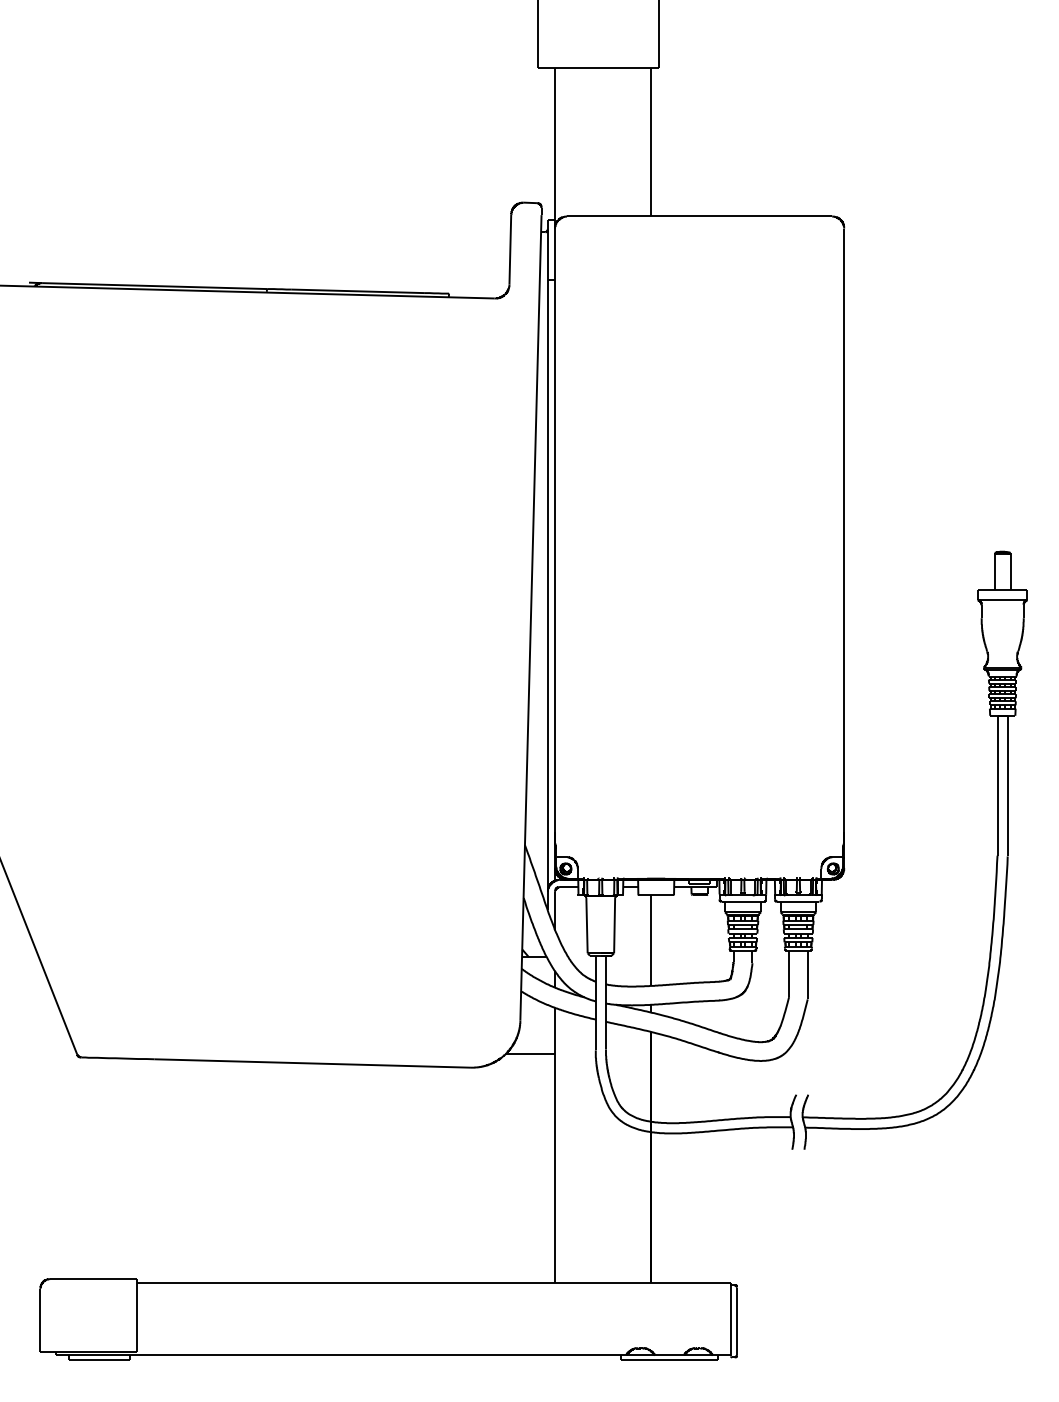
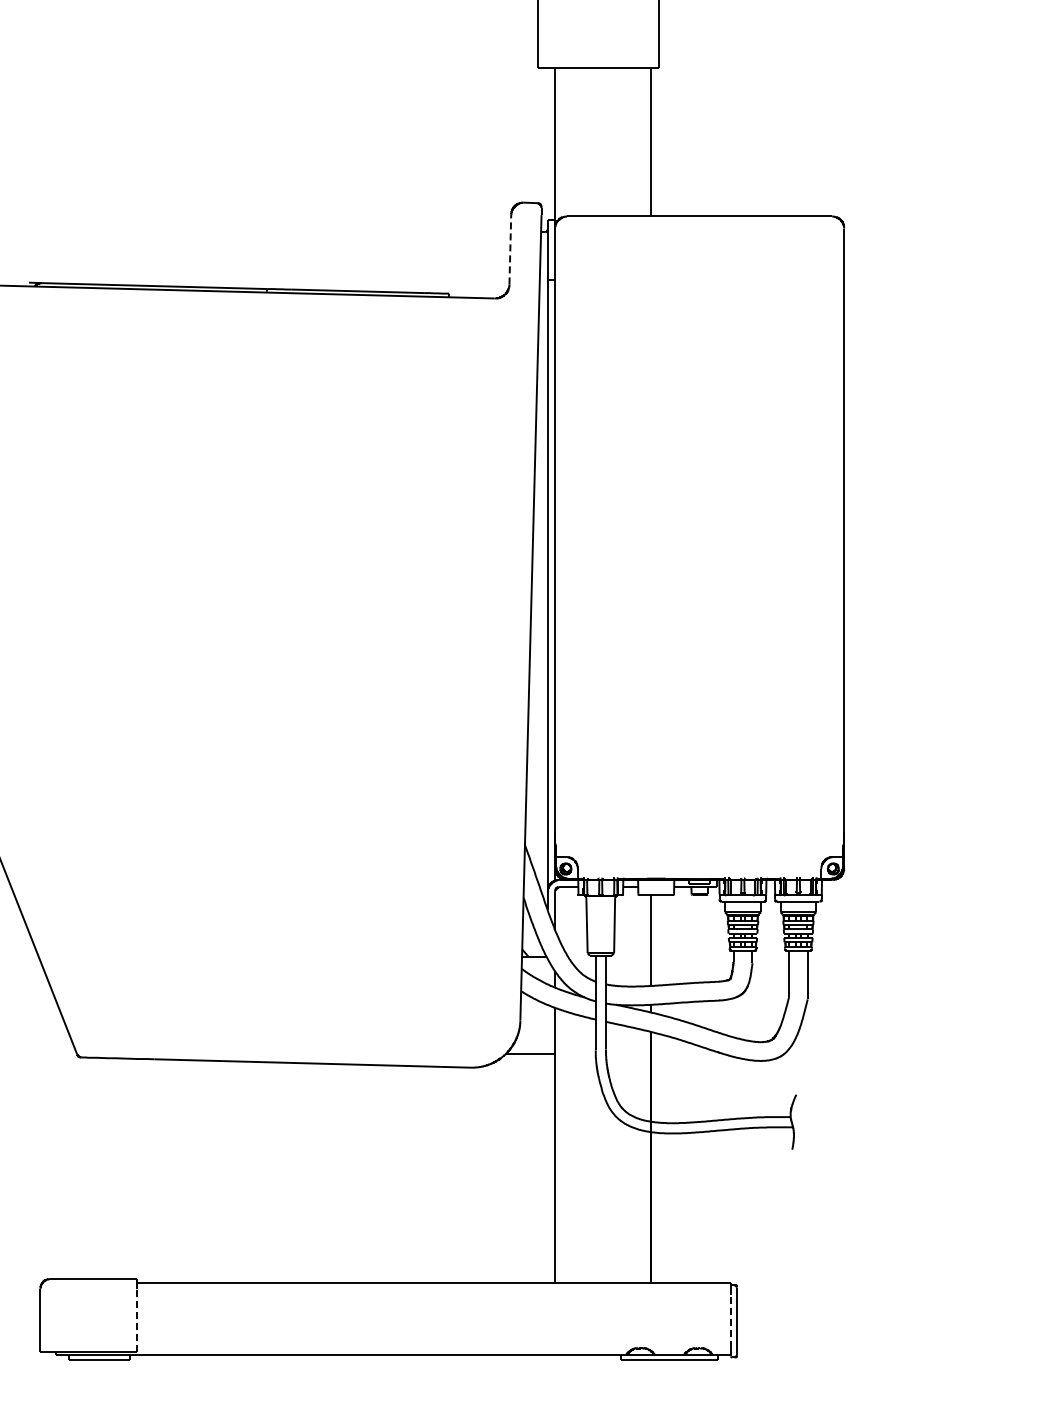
line at (510, 248): solid -> dashed
part at (996, 855): present -> none
line at (136, 1319): solid -> dashed
line at (731, 1321): solid -> dashed
